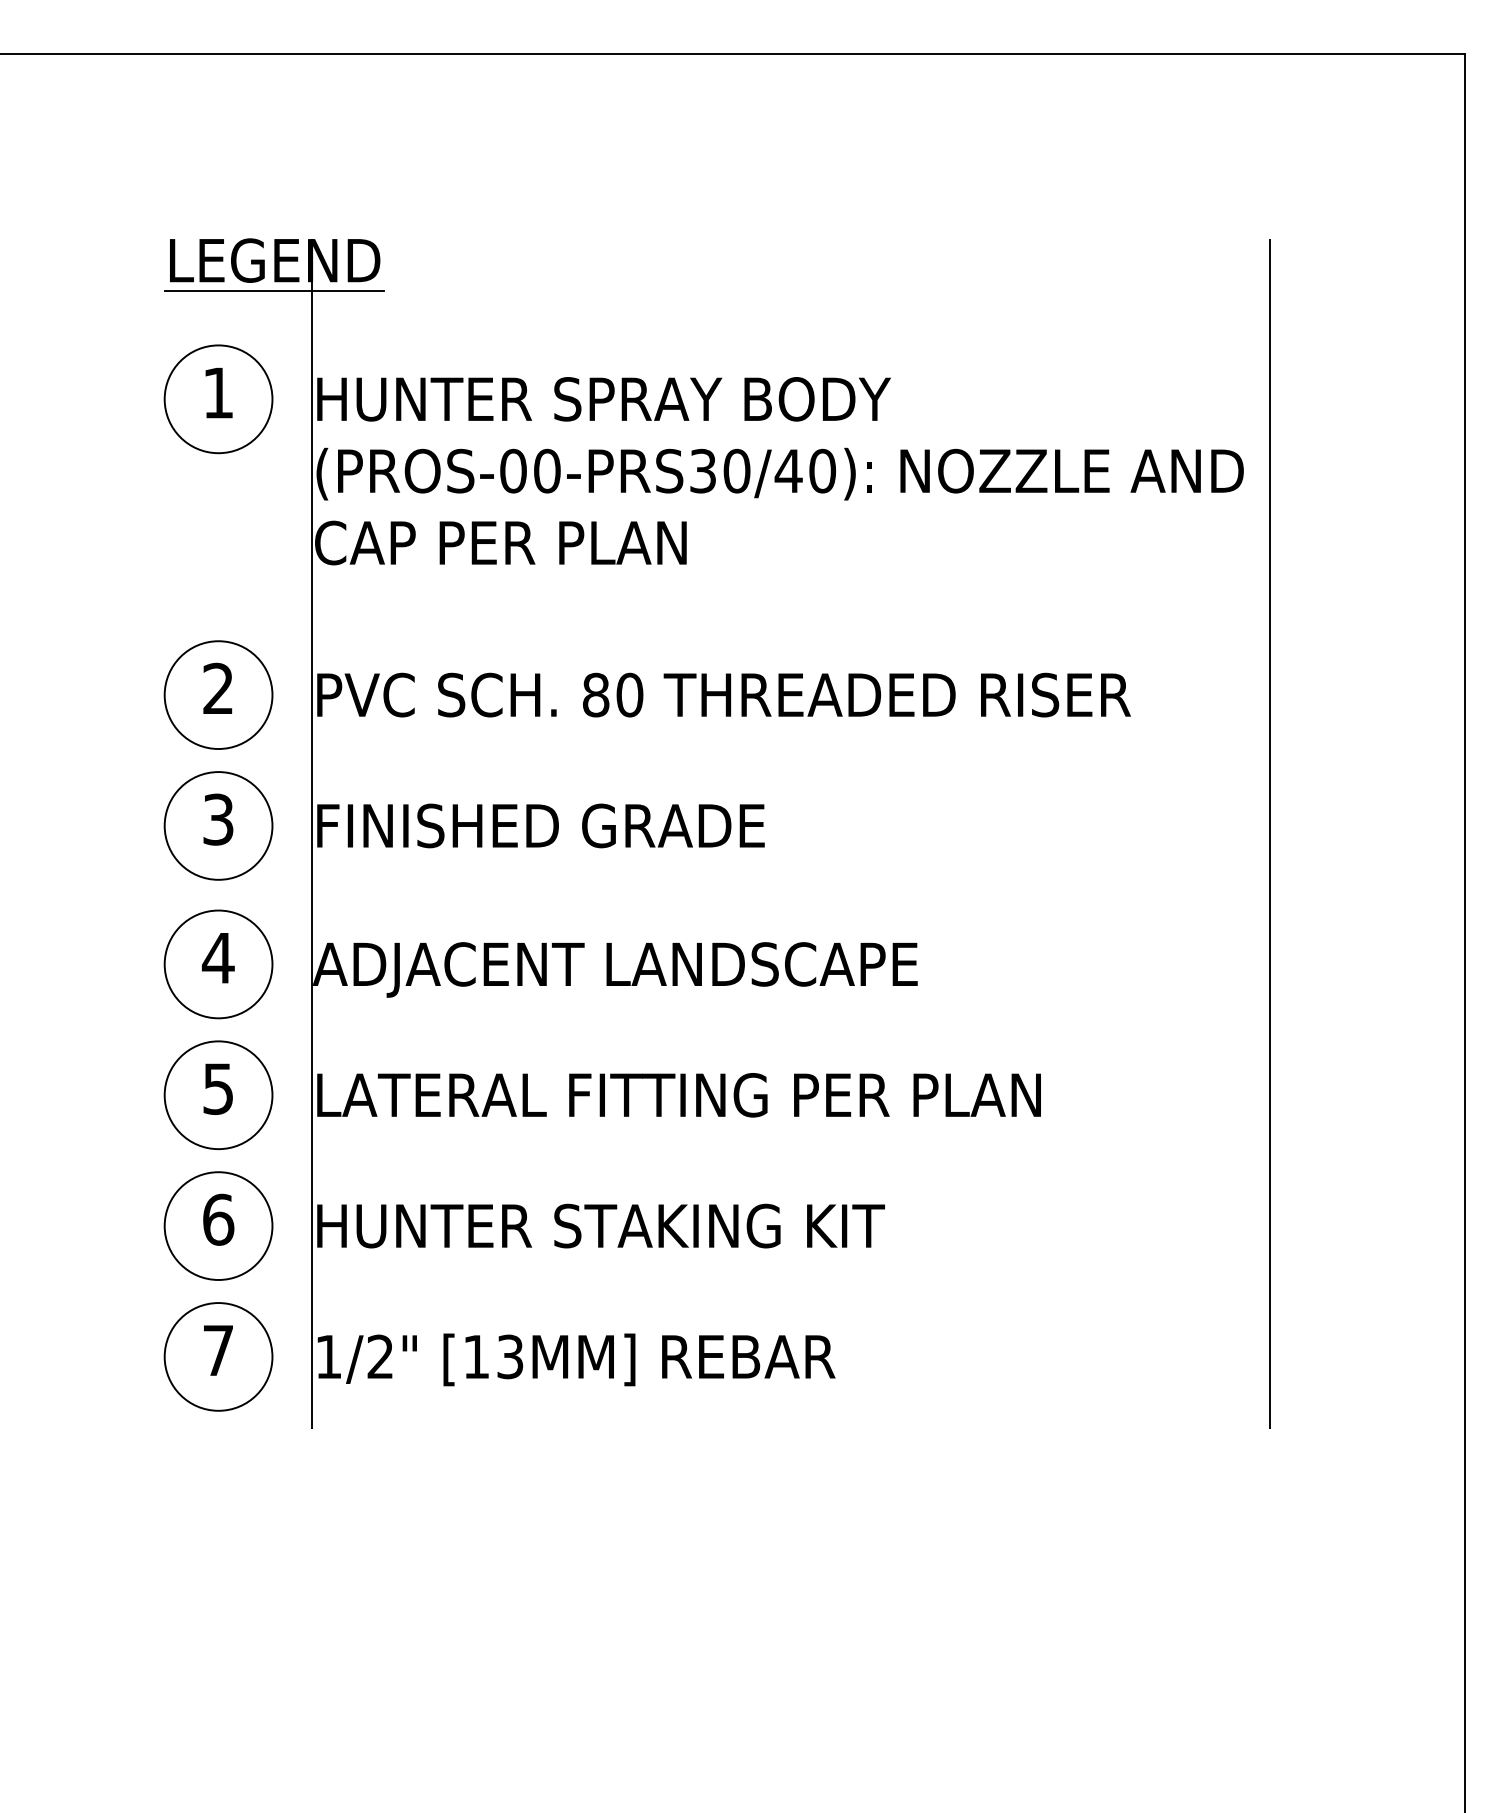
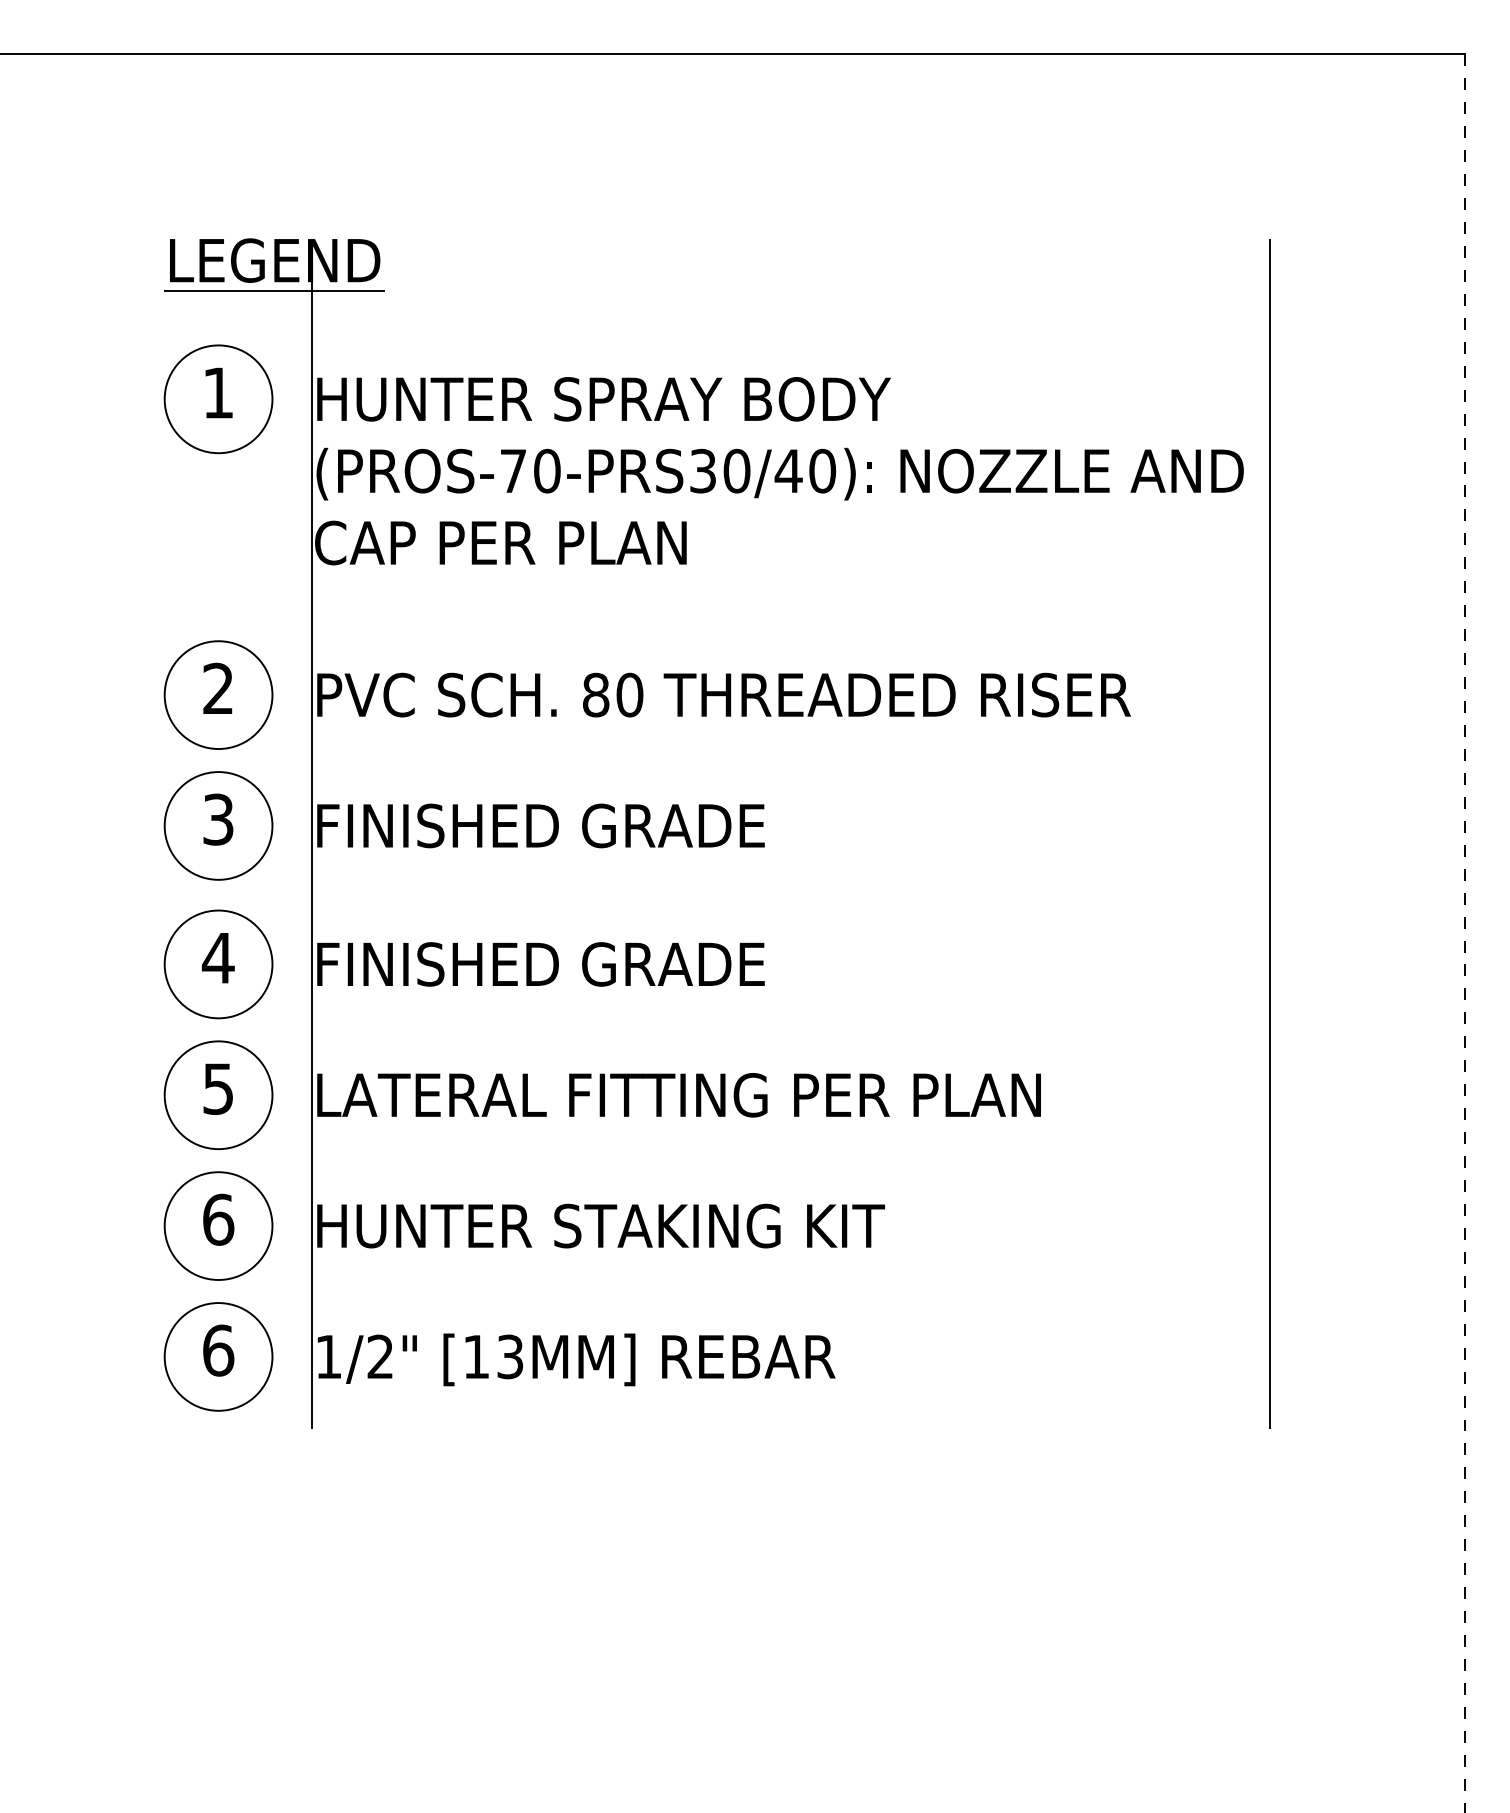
text at (513, 470): (PROS-00-PRS30/40) -> (PROS-70-PRS30/40)
line at (1464, 933): solid -> dashed
text at (615, 969): ADJACENT LANDSCAPE -> FINISHED GRADE
text at (218, 1350): 7 -> 6
